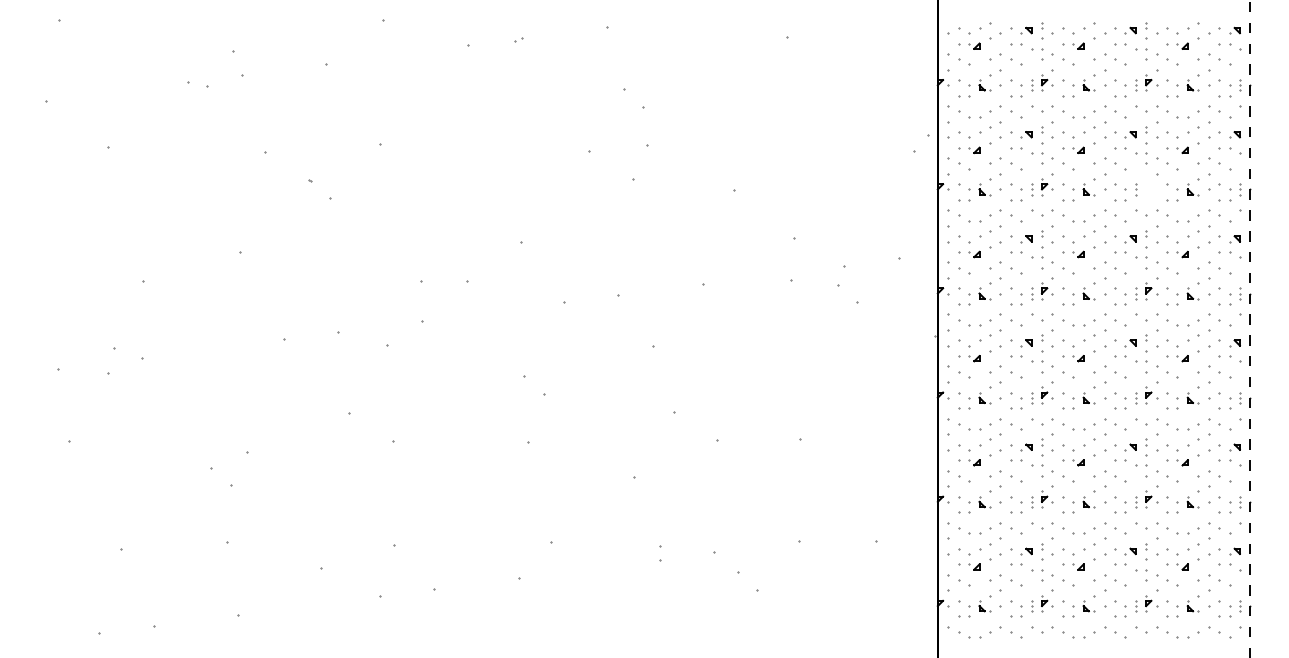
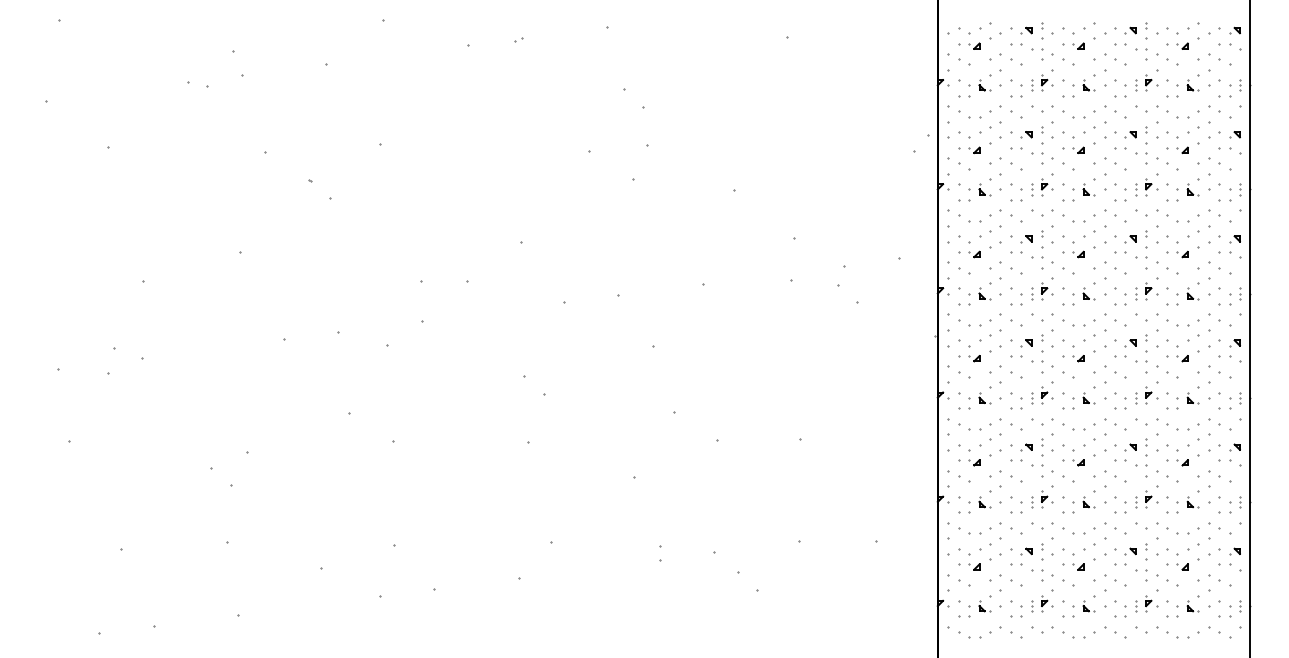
part at (1151, 187): none -> present
line at (1250, 329): dashed -> solid
